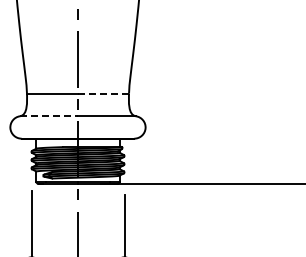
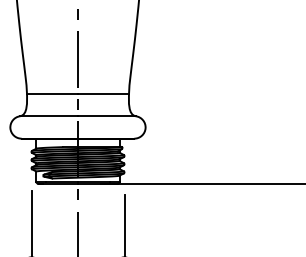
line at (103, 93): dashed -> solid
line at (49, 116): dashed -> solid
